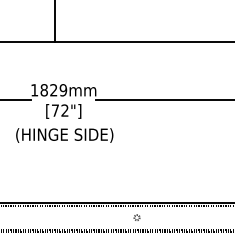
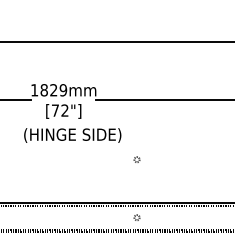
line at (55, 22): present -> none
text at (64, 135) position: (64, 135) -> (72, 135)
circle at (136, 159): none -> present
